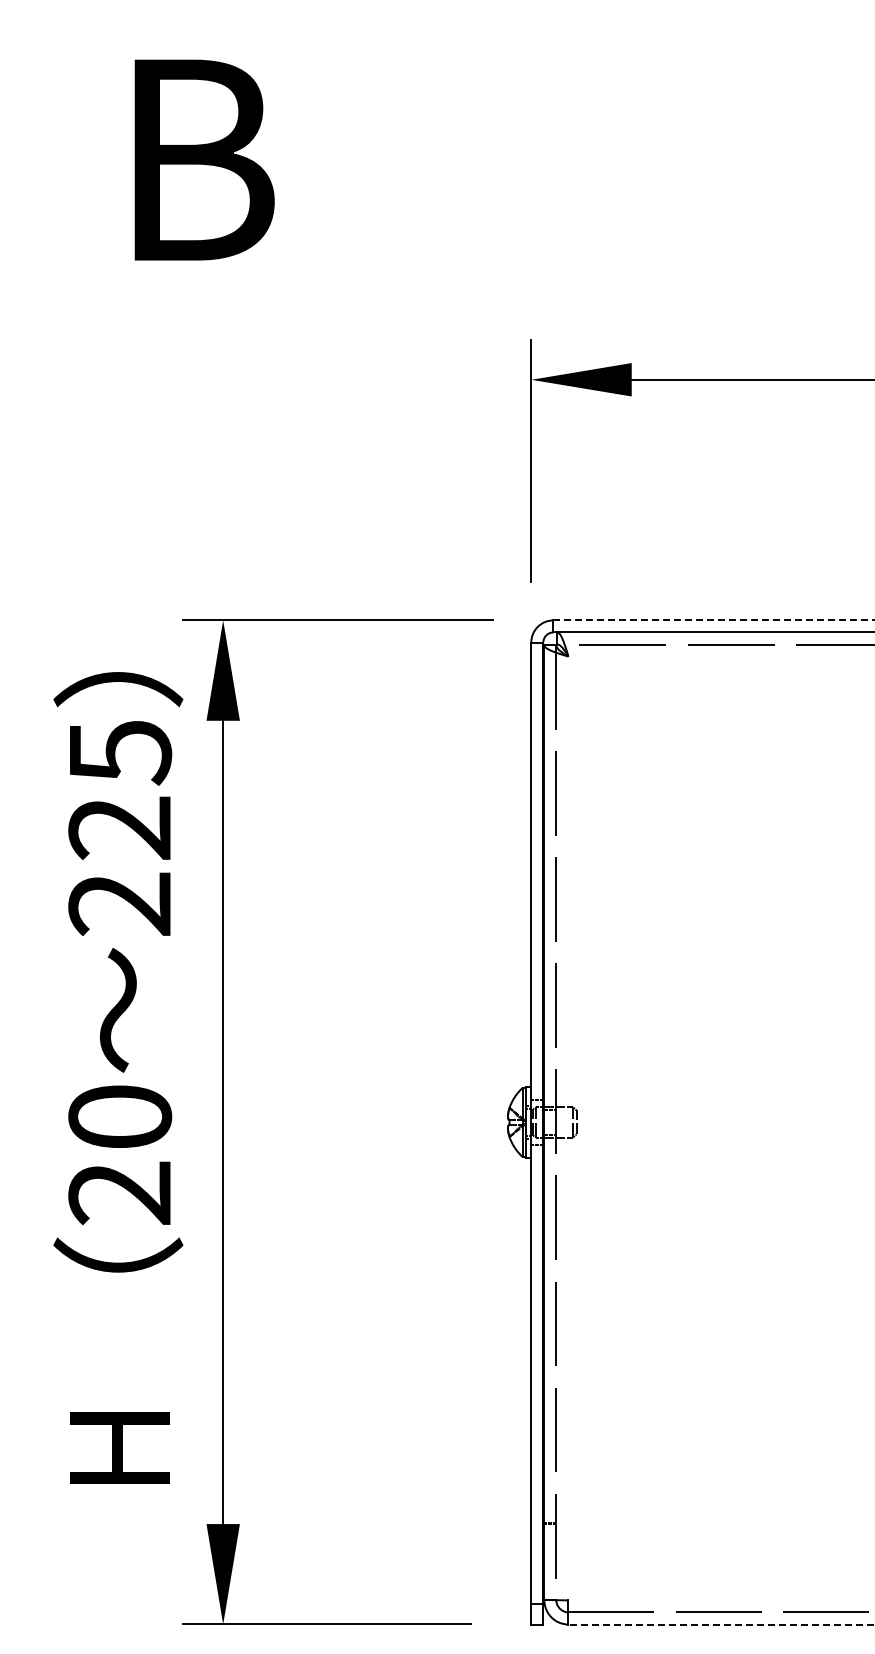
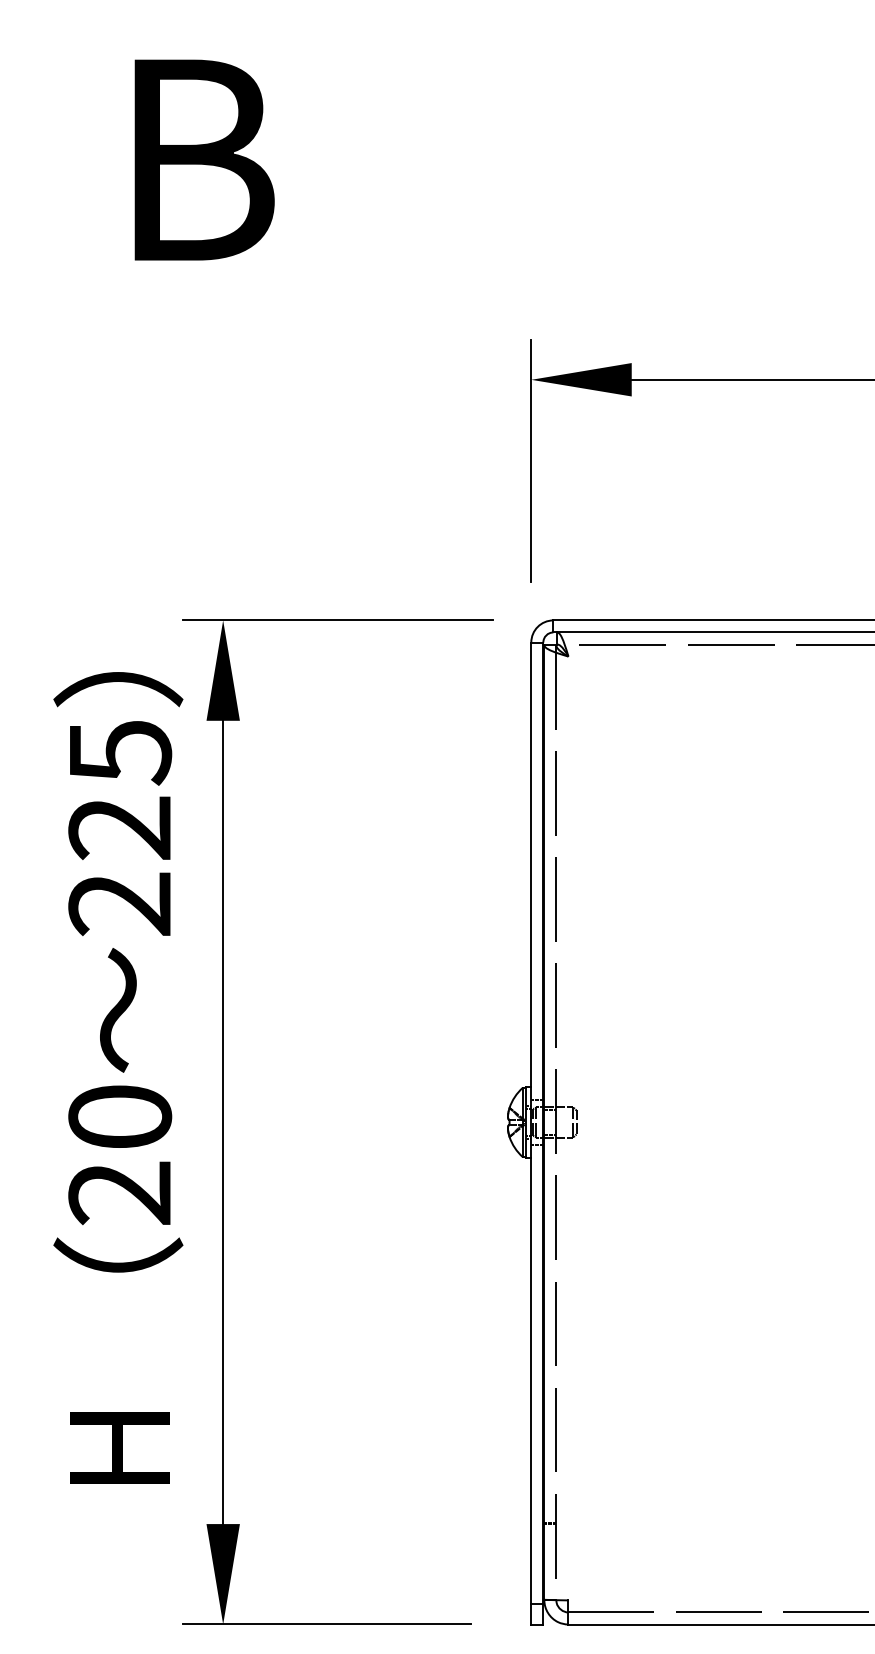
line at (714, 620): dashed -> solid
line at (721, 1624): dashed -> solid
